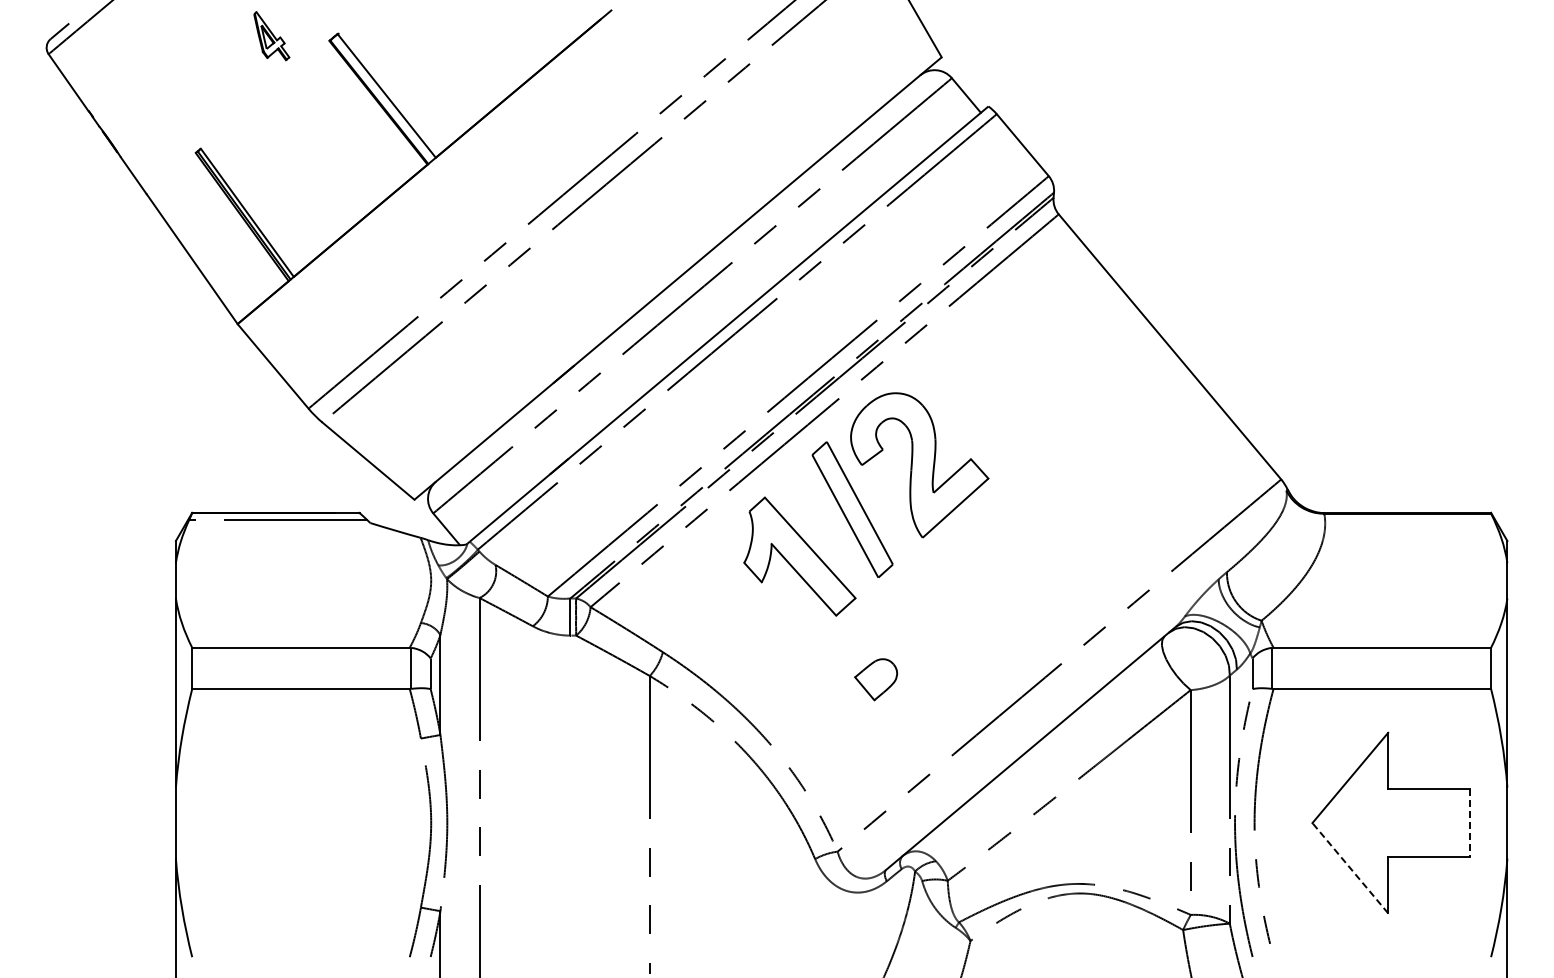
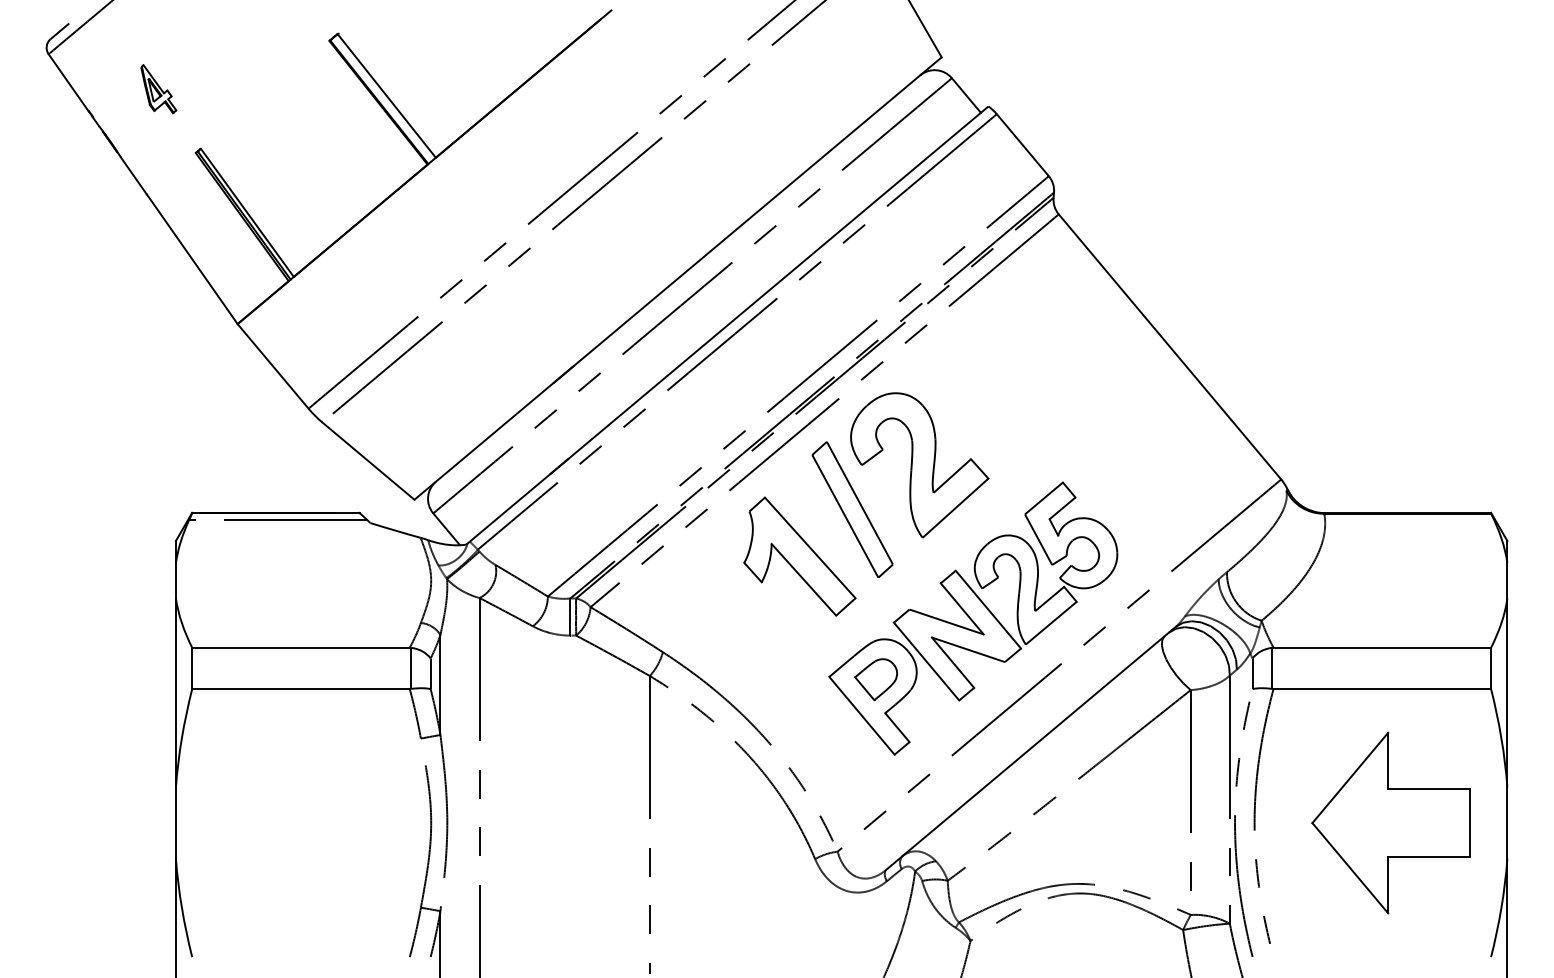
part at (271, 36) position: (271, 36) -> (158, 89)
part at (973, 618): none -> present
line at (1470, 823): dashed -> solid
line at (1350, 868): dashed -> solid
